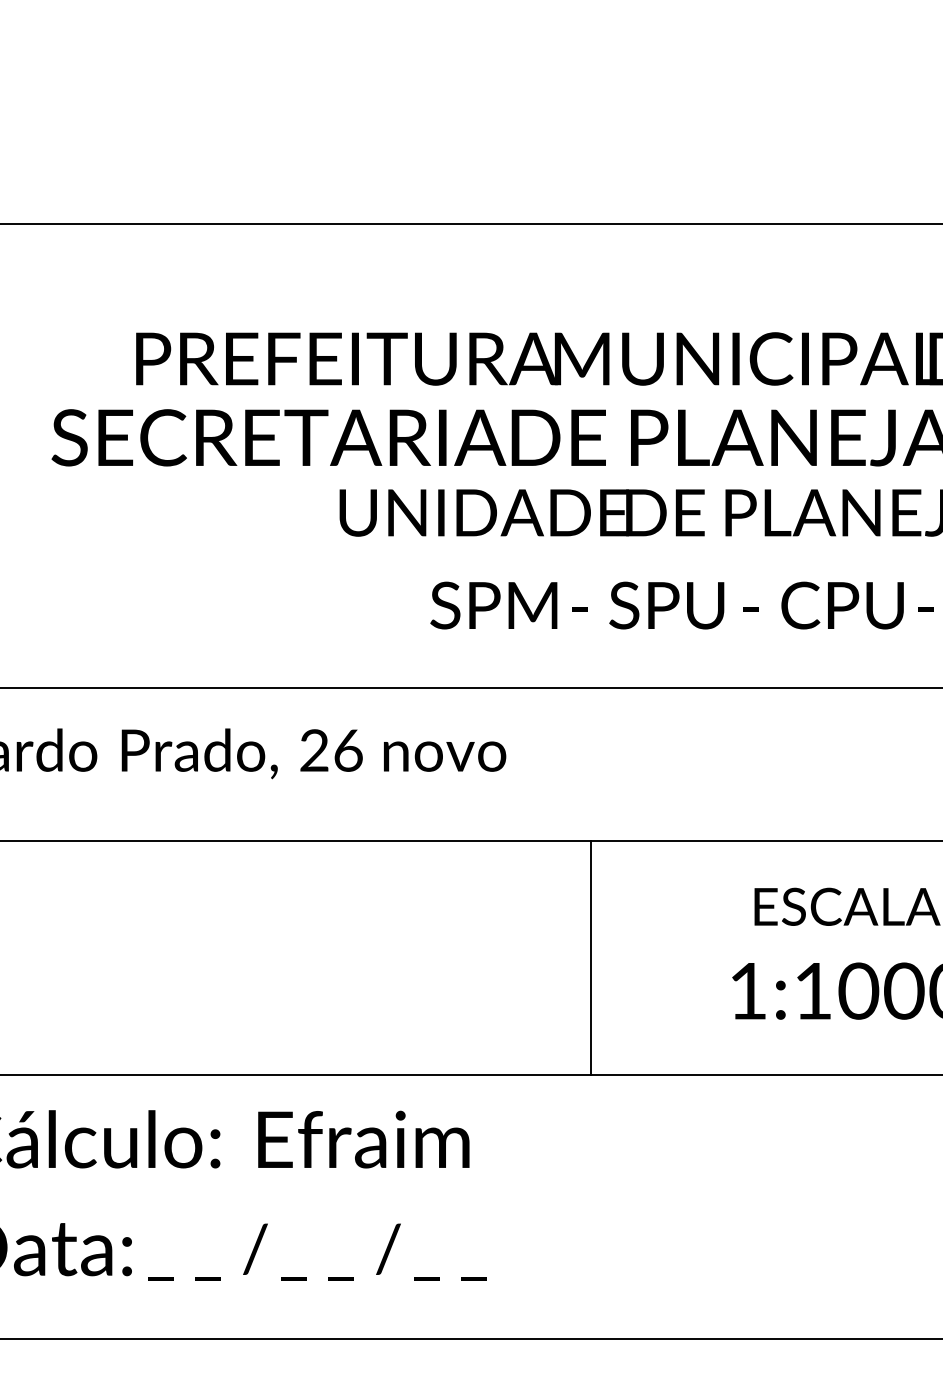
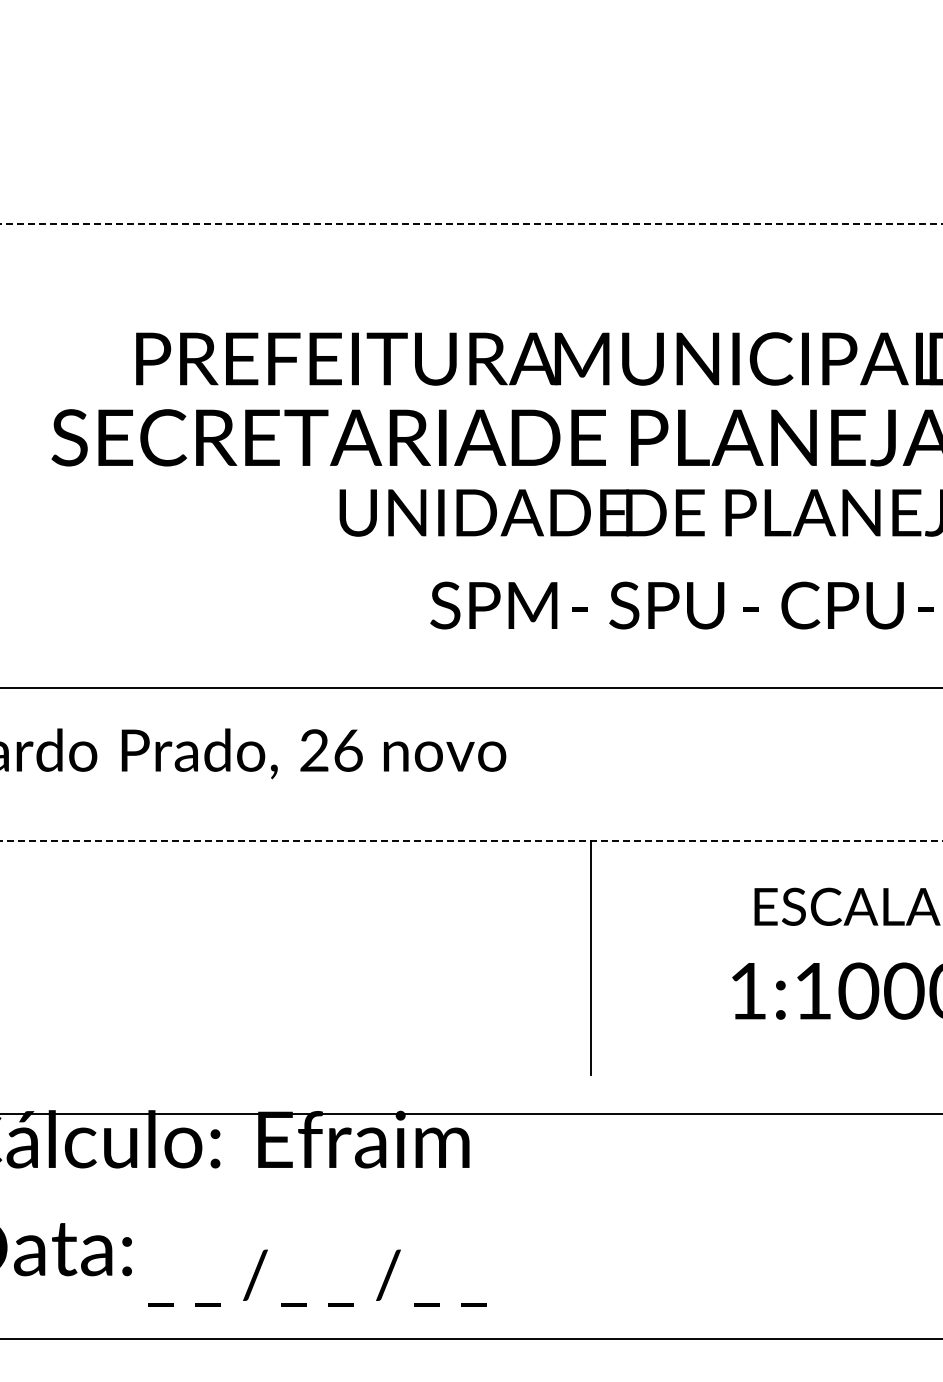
line at (471, 224): solid -> dashed
line at (471, 840): solid -> dashed
line at (470, 1074) position: (470, 1074) -> (470, 1113)
text at (317, 1251) position: (317, 1251) -> (317, 1277)
